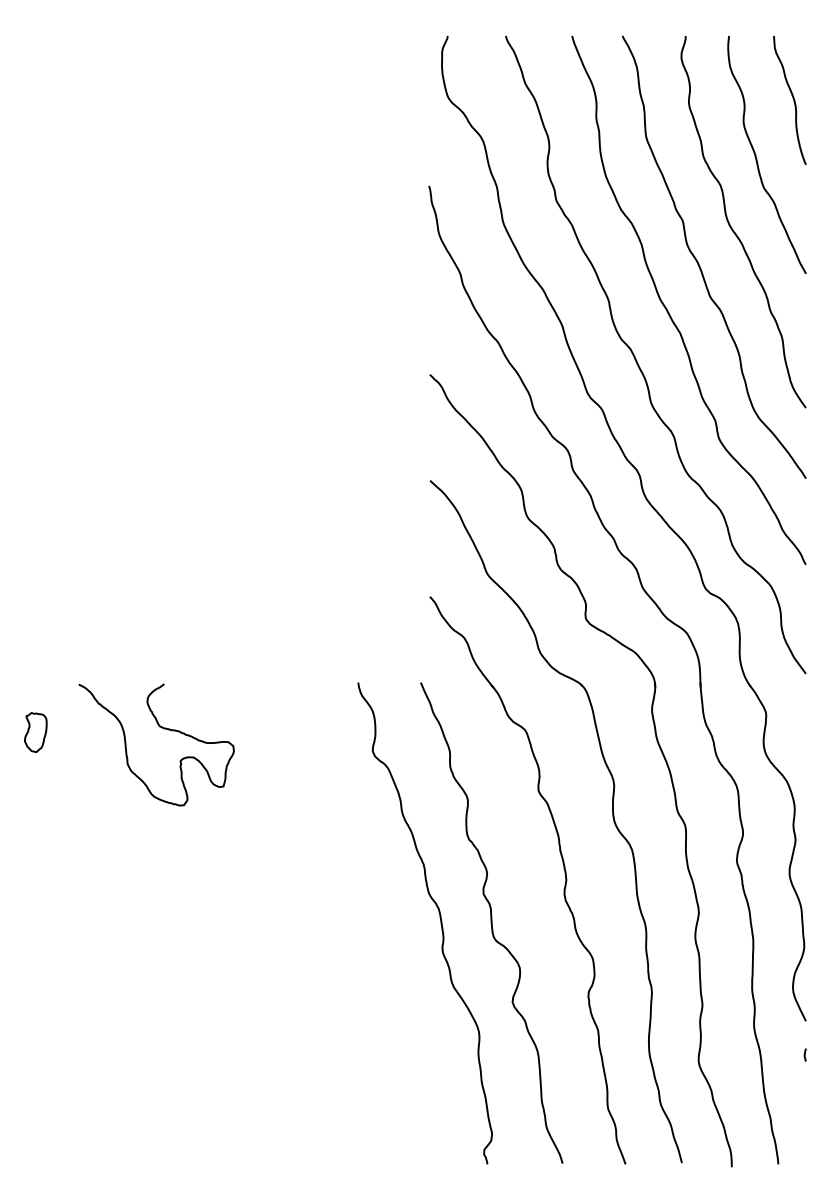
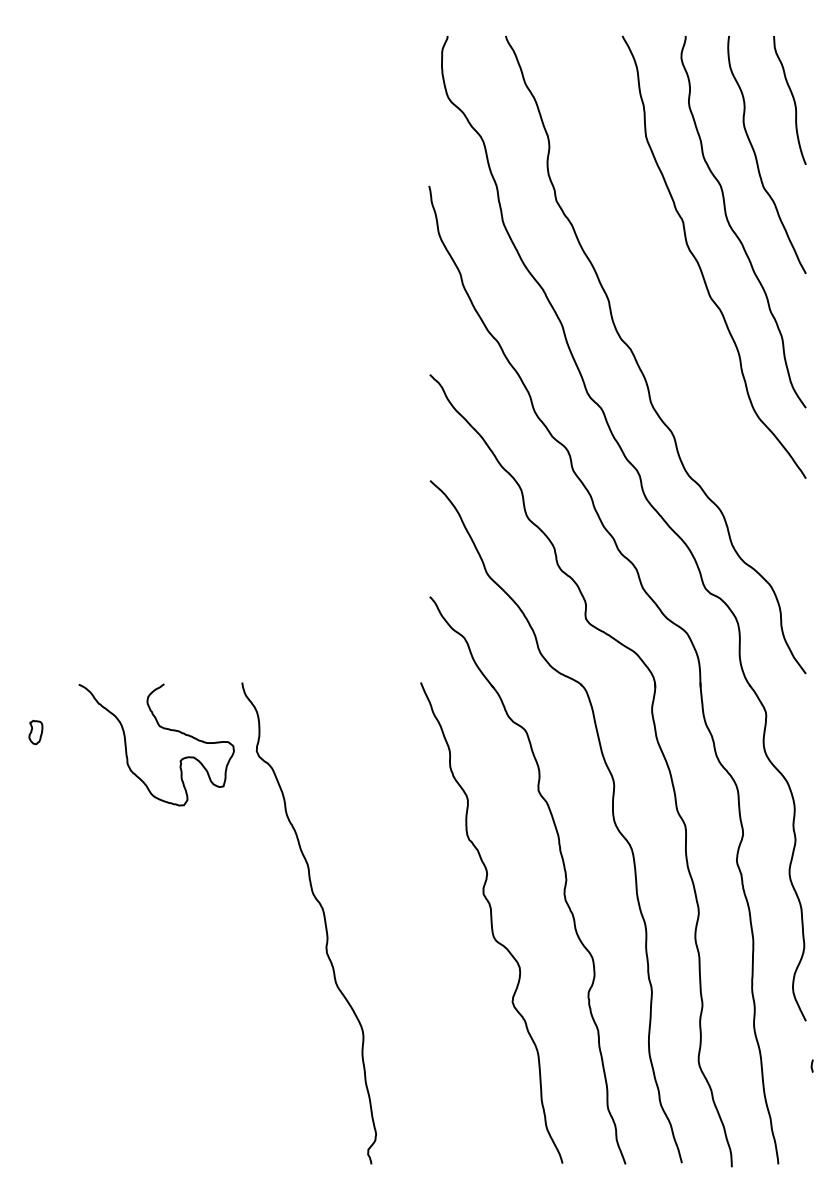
curve at (668, 310): present -> none
part at (35, 732) size: 24x41 px -> 16x27 px
curve at (440, 923) position: (440, 923) -> (324, 923)
curve at (804, 1054) position: (804, 1054) -> (811, 1065)
